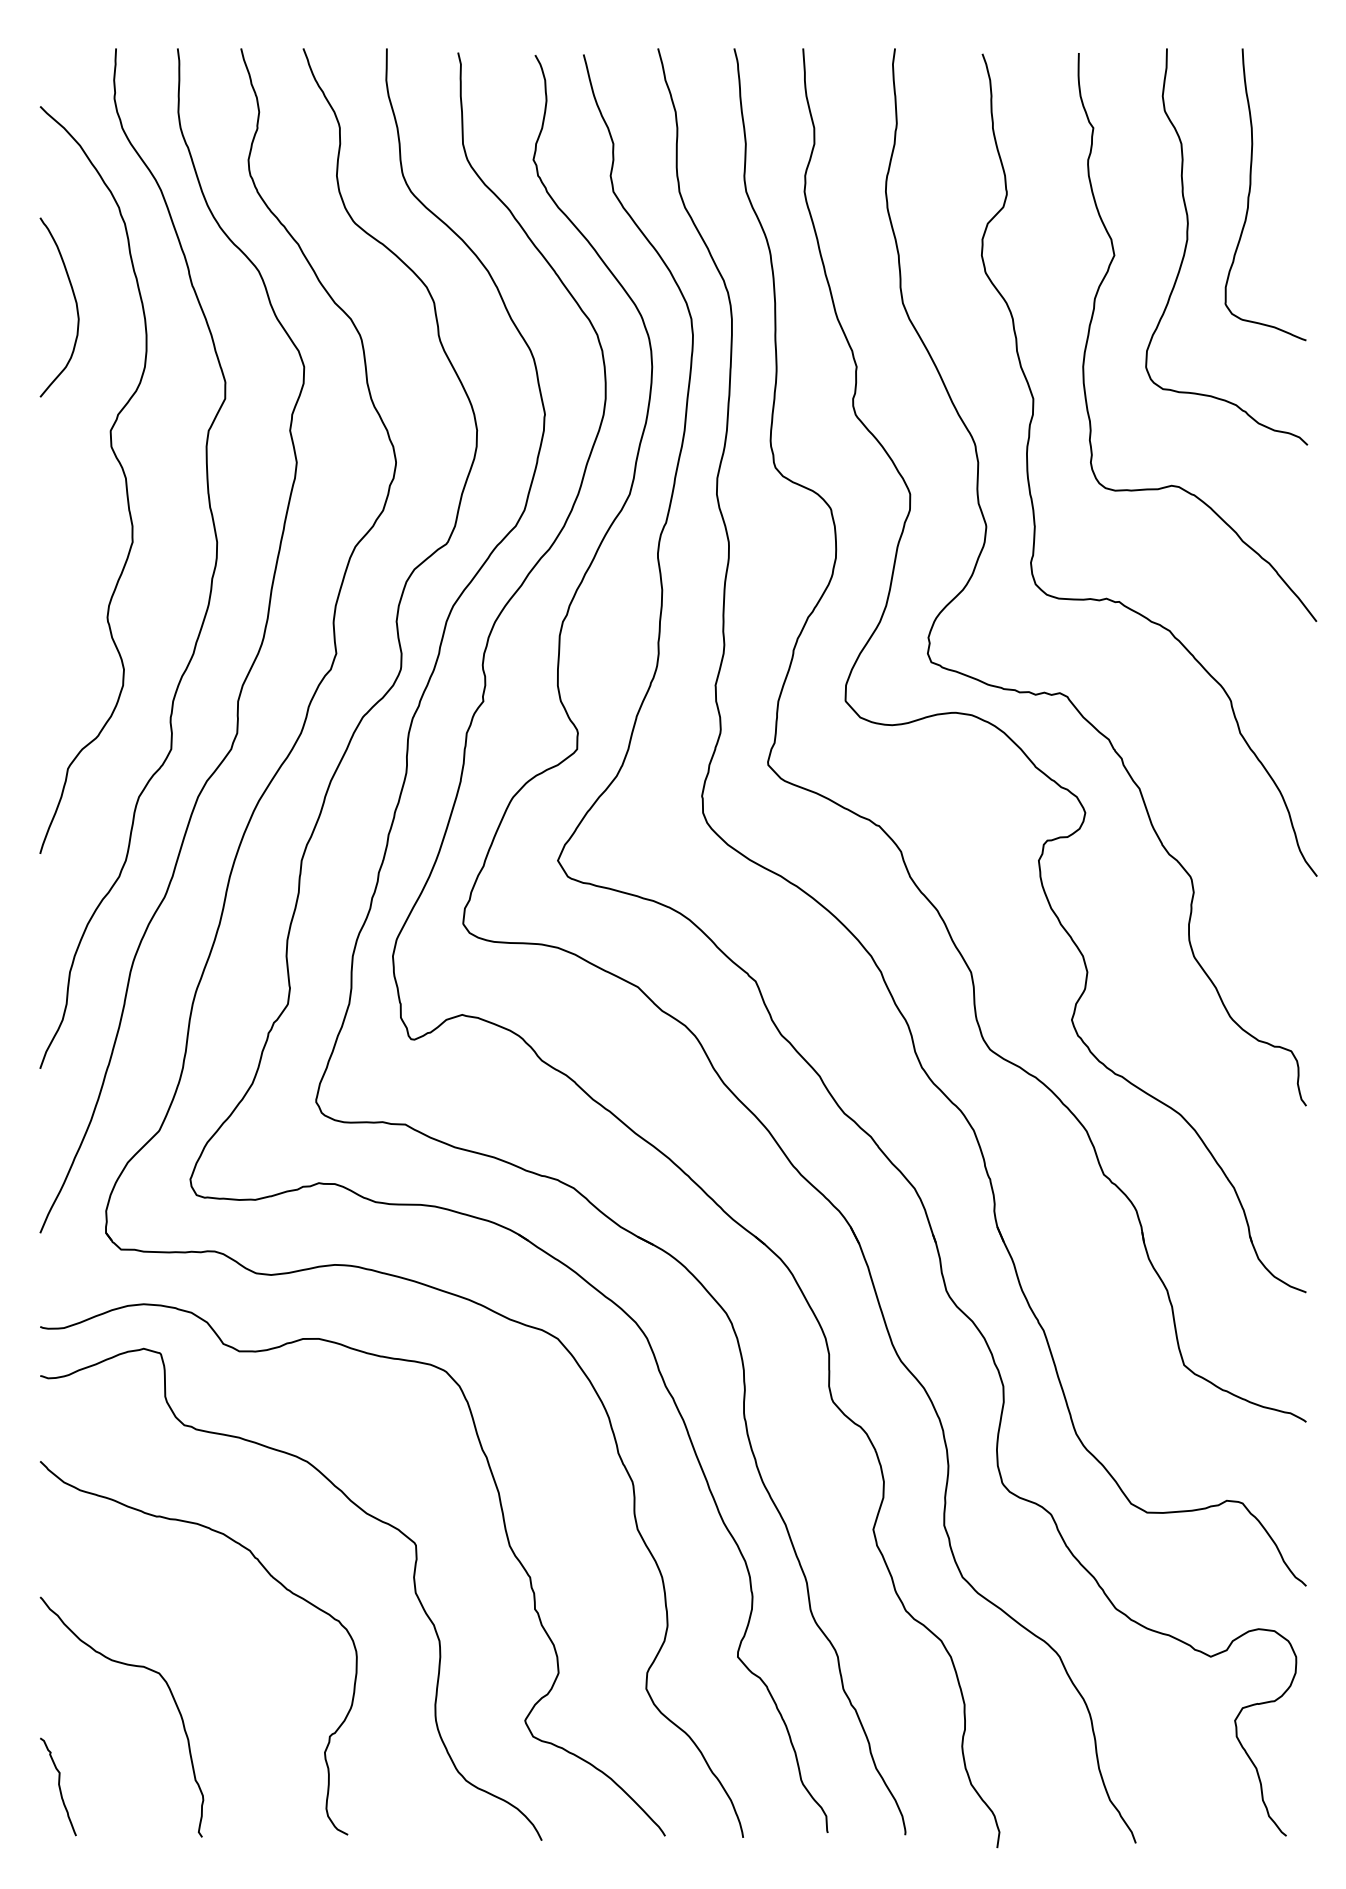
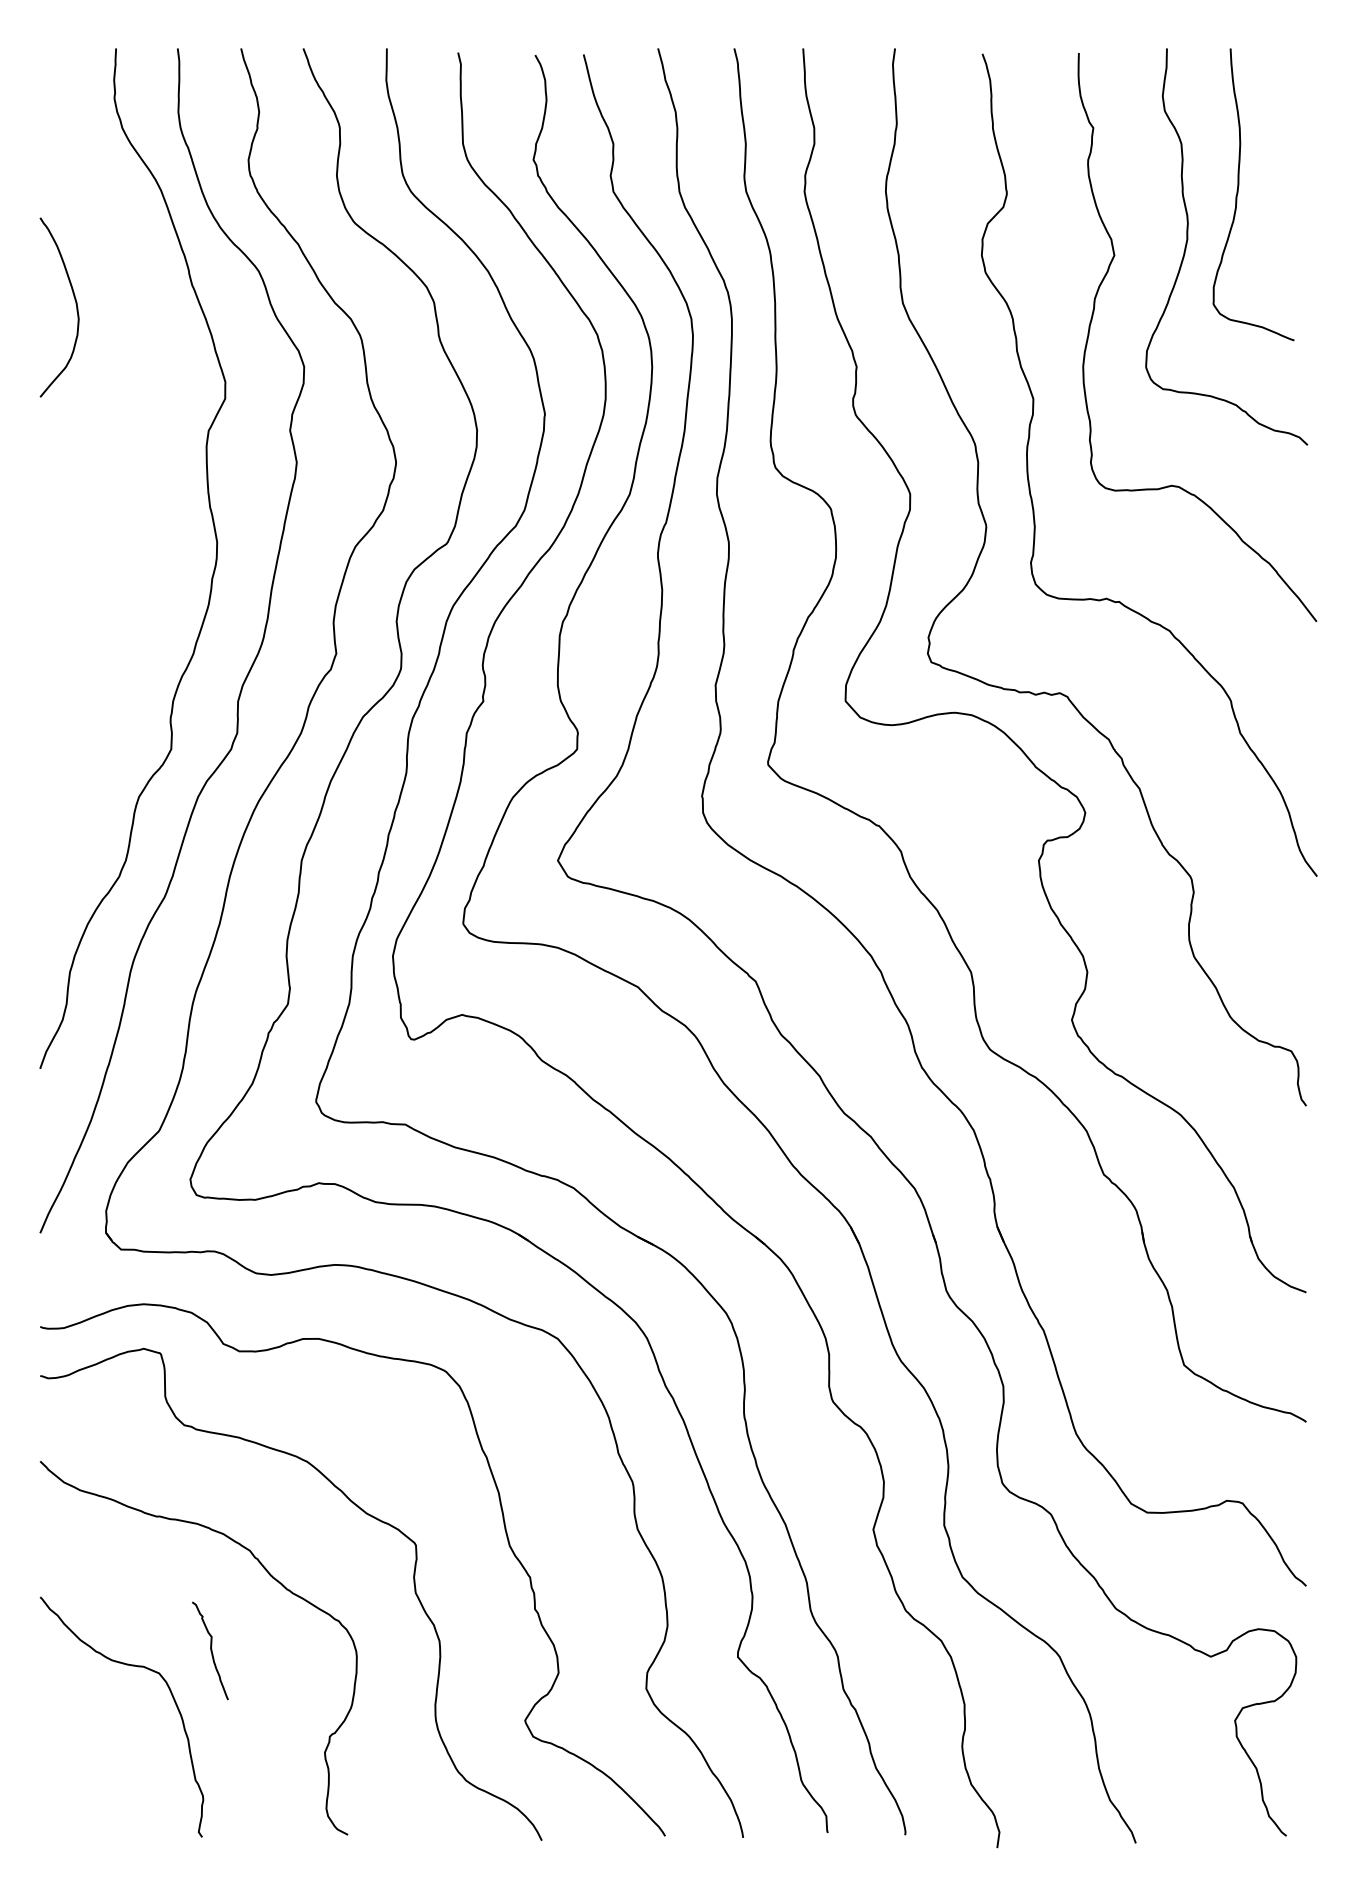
curve at (1250, 193) position: (1250, 193) -> (1238, 193)
curve at (121, 469): present -> none
curve at (58, 1786) position: (58, 1786) -> (210, 1650)
